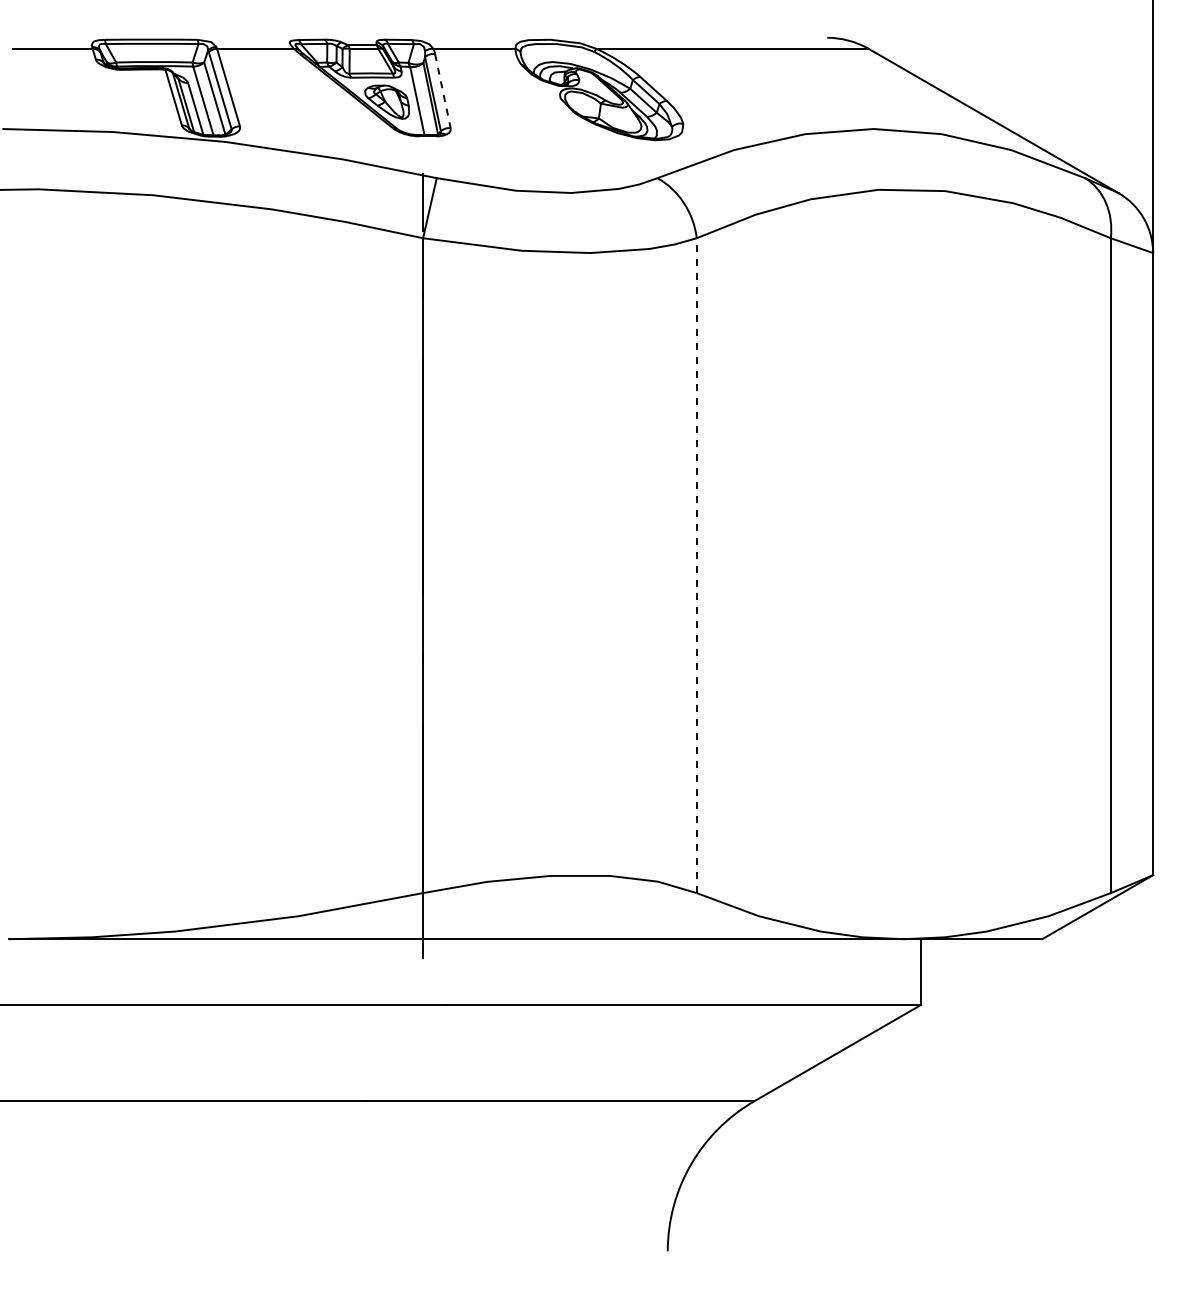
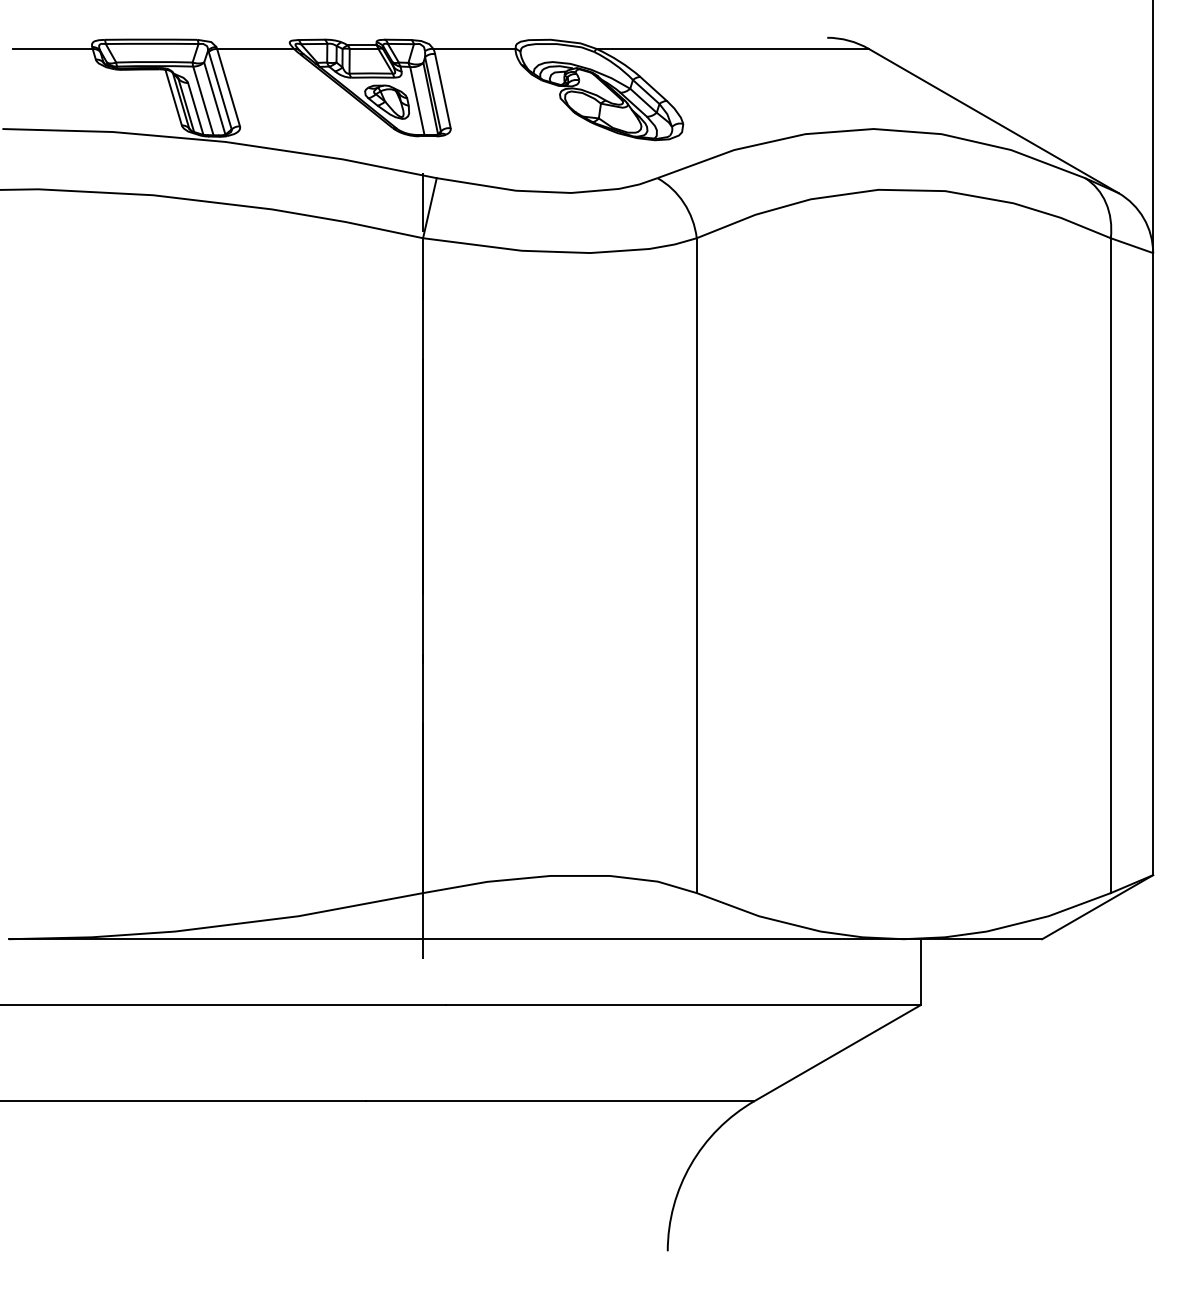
line at (442, 91): dashed -> solid
line at (696, 565): dashed -> solid
